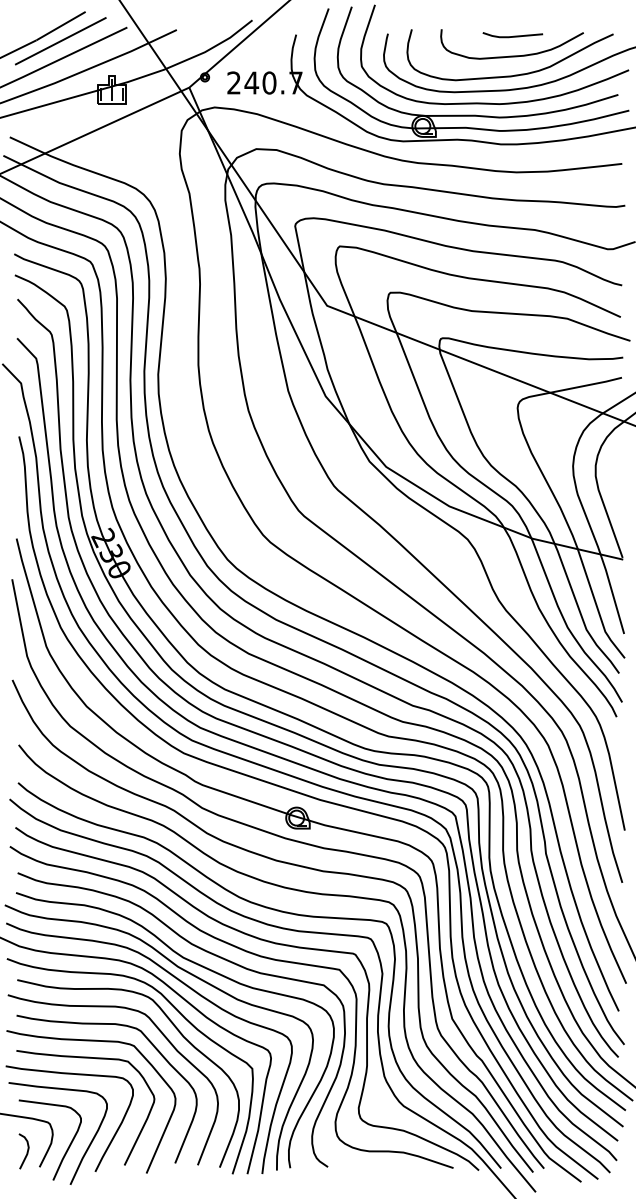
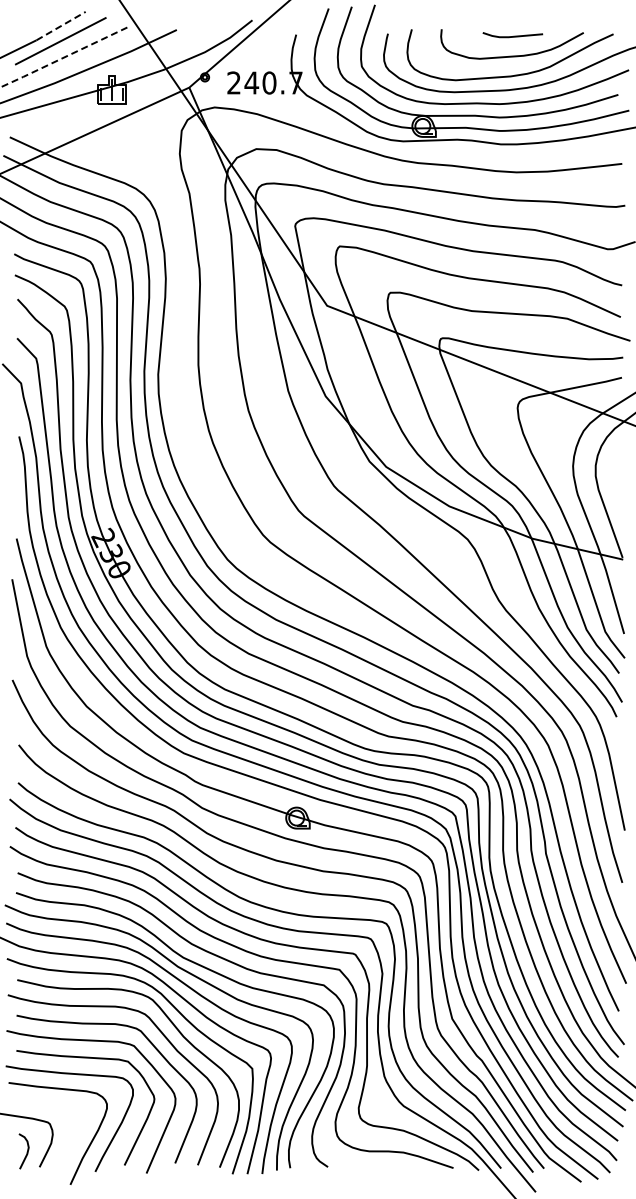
line at (61, 25): solid -> dashed
line at (63, 57): solid -> dashed
curve at (66, 1149): present -> none
